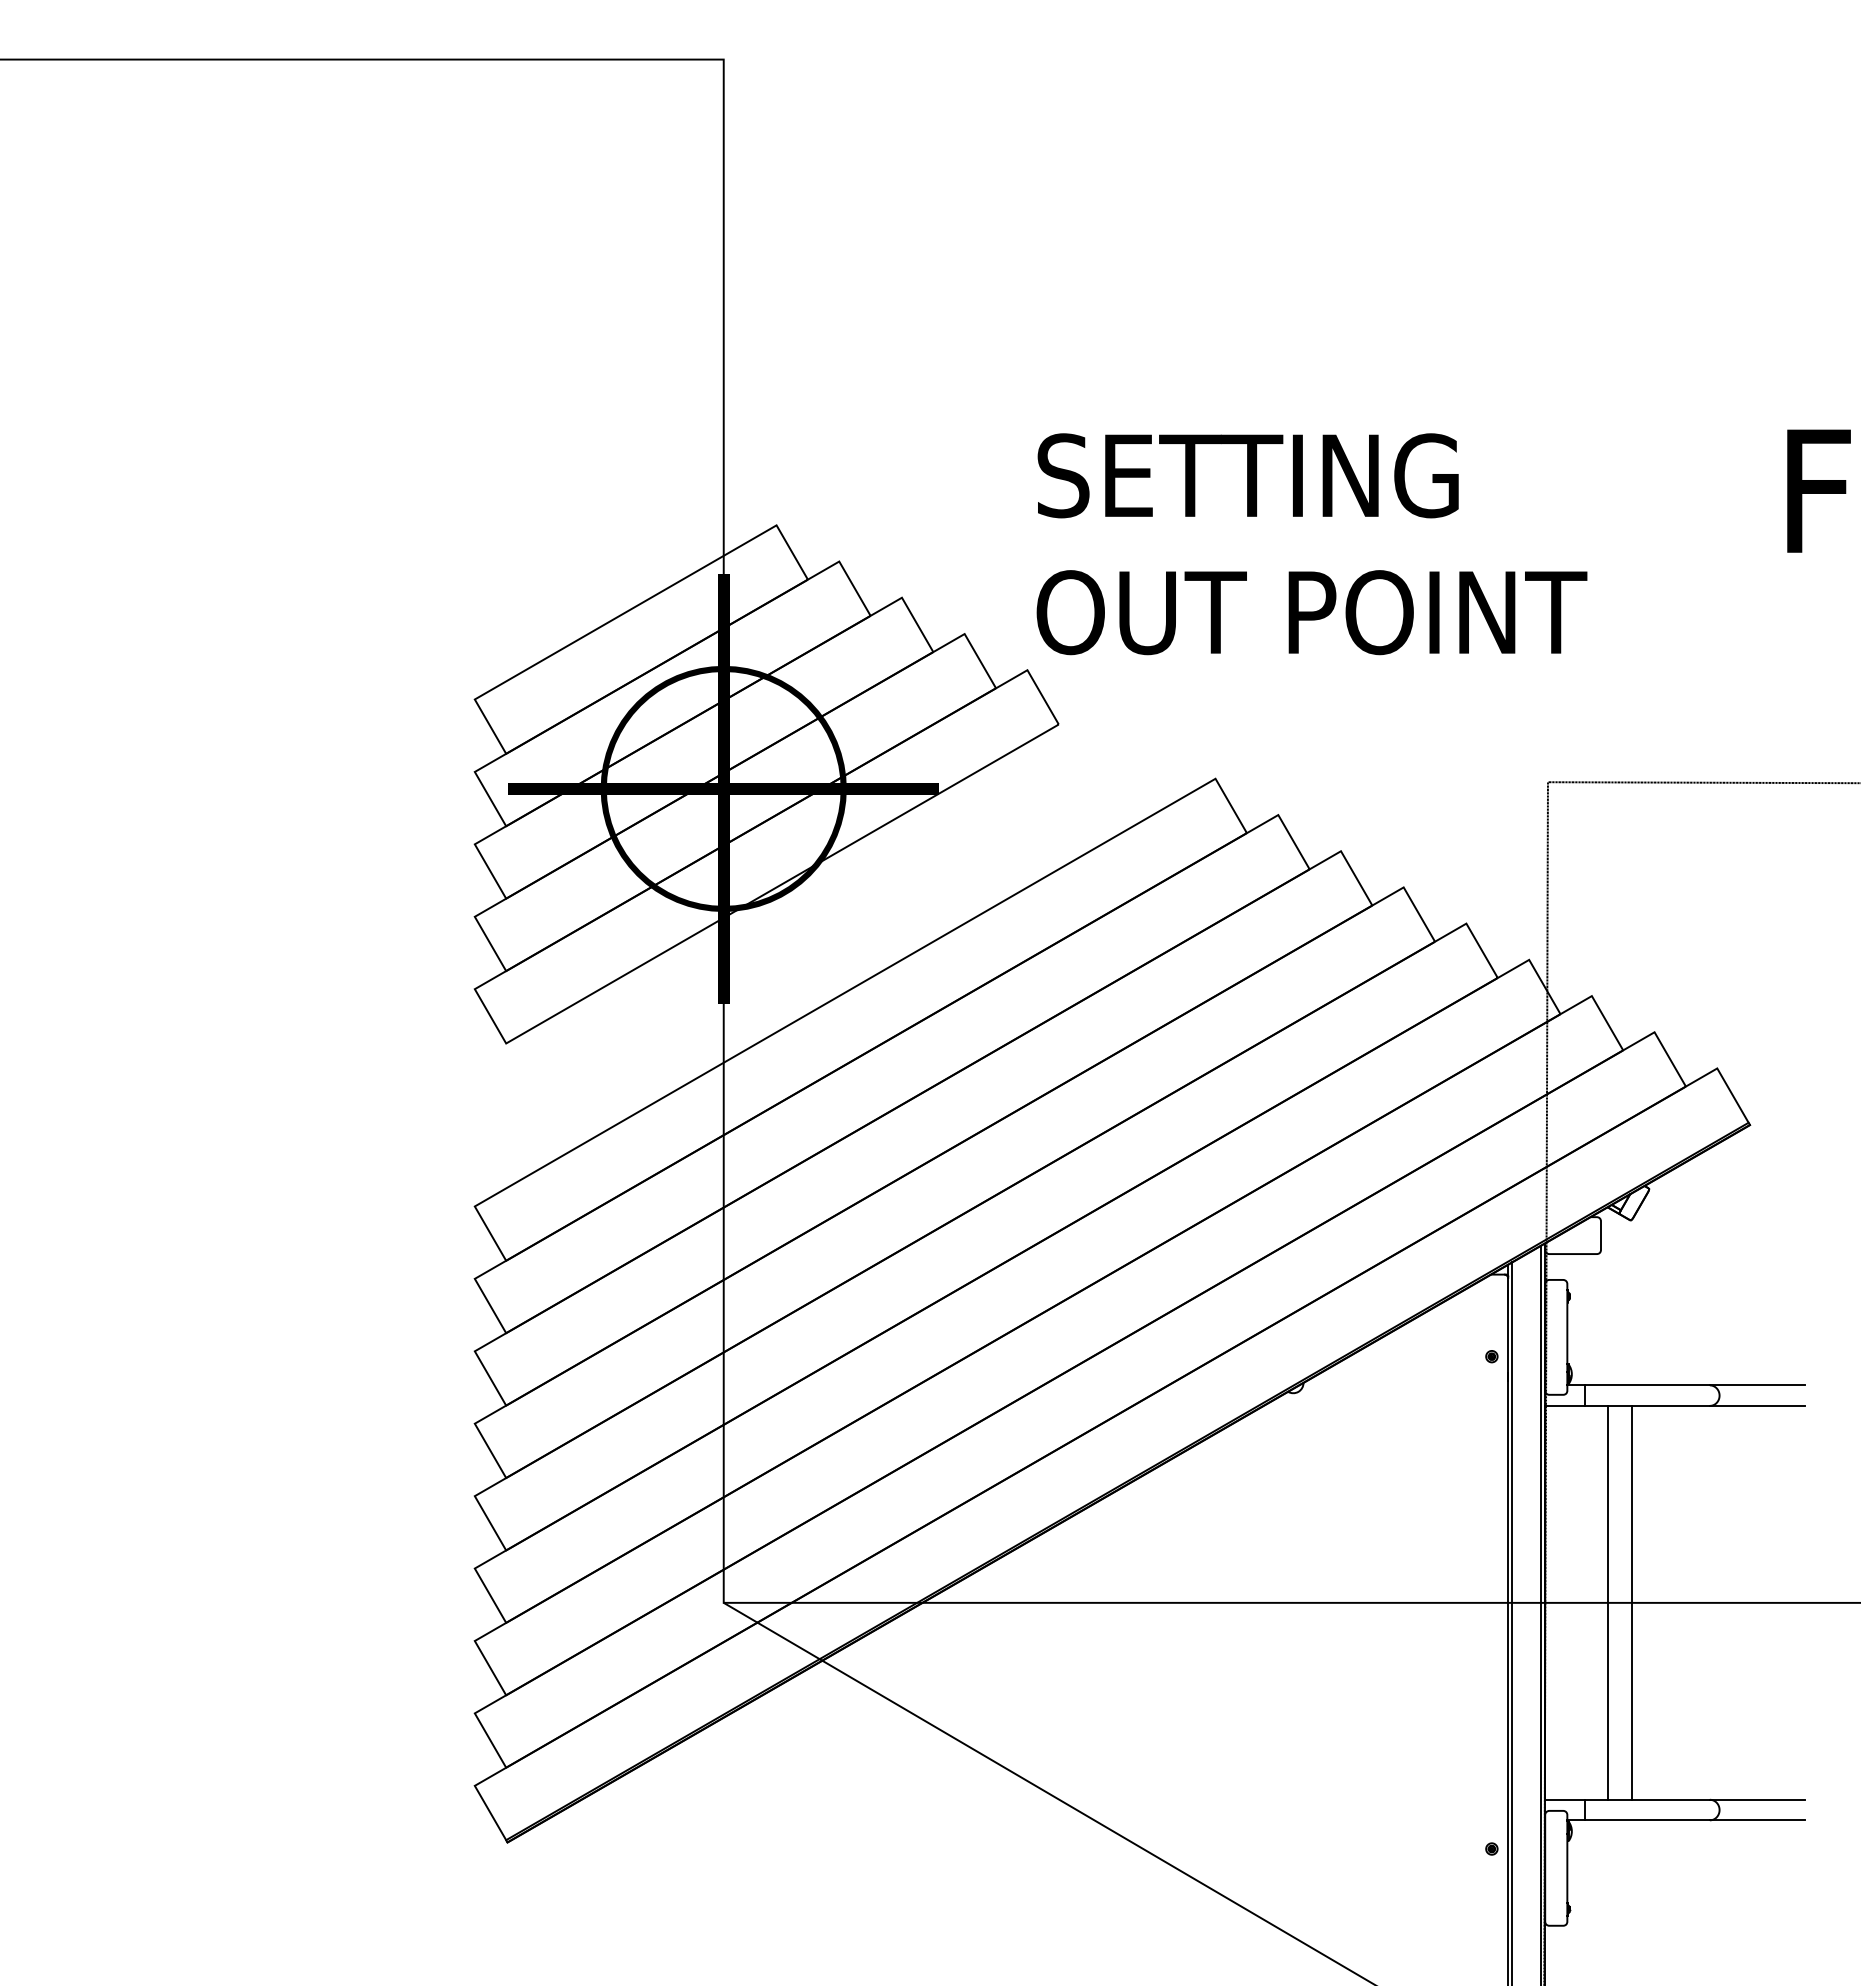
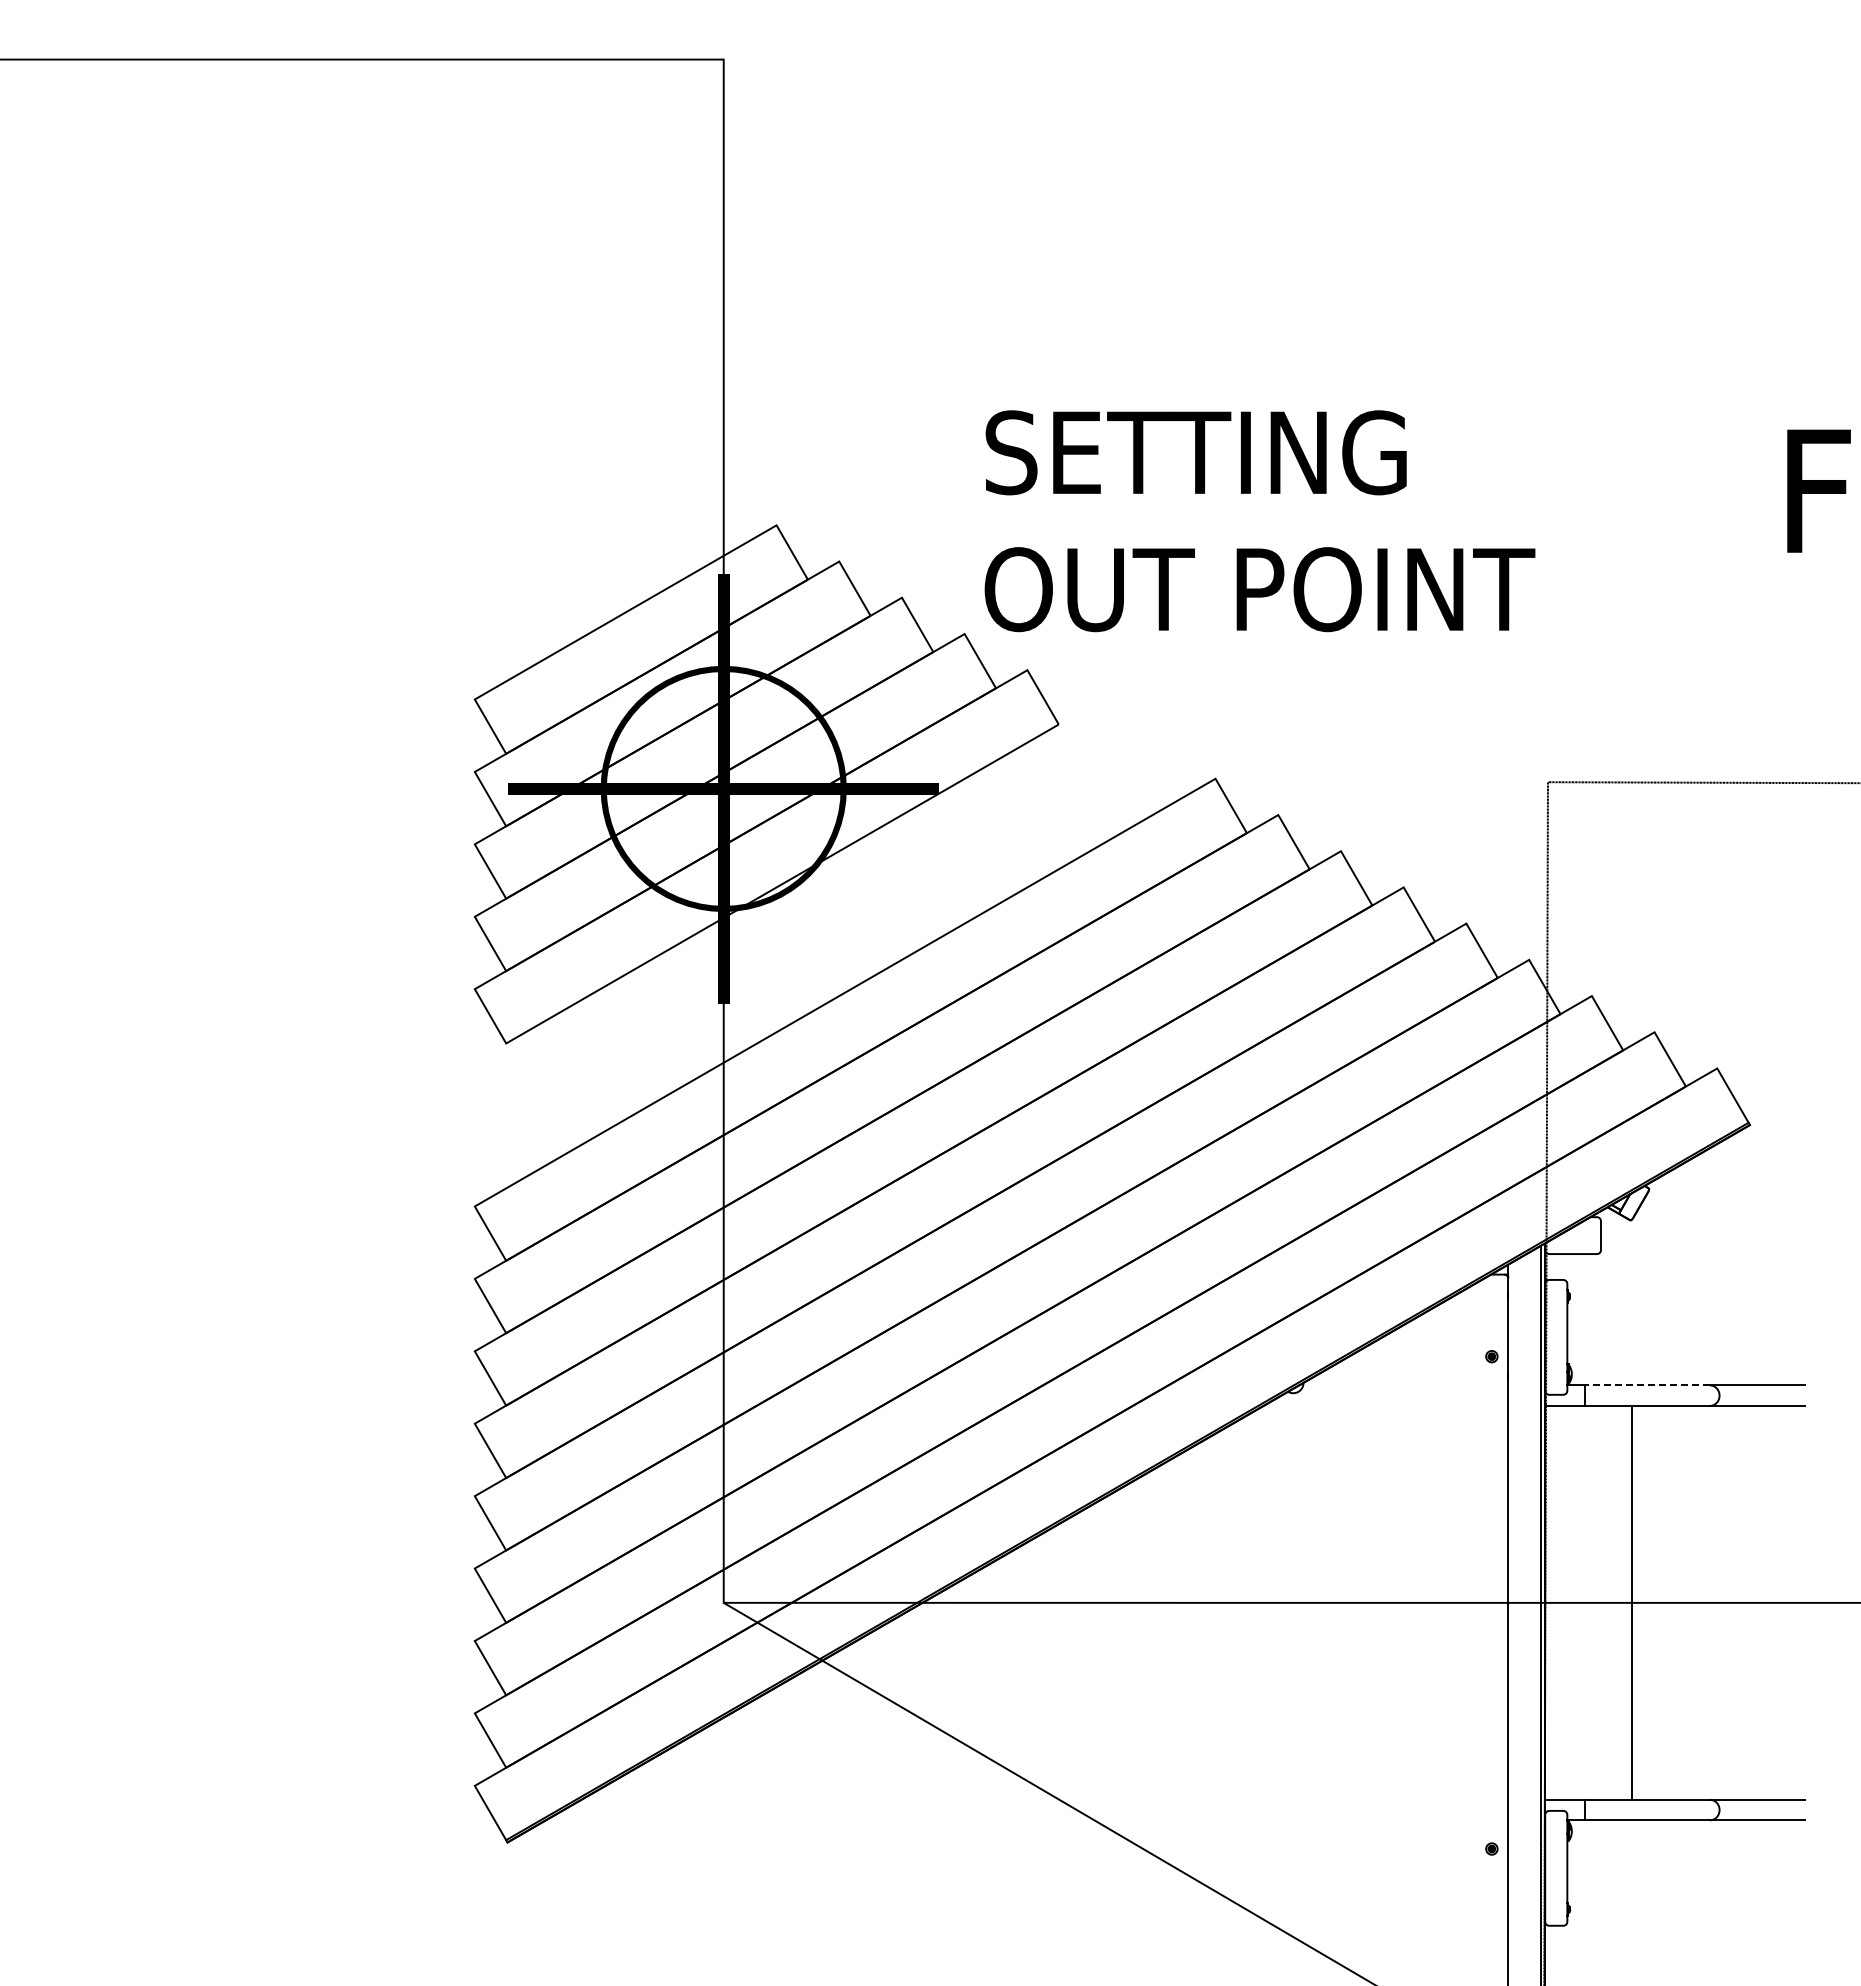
text at (1311, 544) position: (1311, 544) -> (1259, 521)
line at (1647, 1385): solid -> dashed
line at (1608, 1602): present -> none
line at (1512, 1622): present -> none
